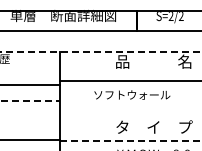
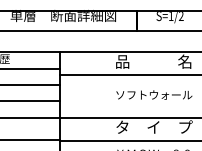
text at (170, 16): S=2/2 -> S=1/2
line at (101, 51): dashed -> solid
line at (31, 68): none -> present
line at (129, 81) position: (129, 81) -> (129, 75)
text at (132, 94) position: (132, 94) -> (154, 94)
line at (30, 101): dashed -> solid
line at (100, 117): none -> present
line at (131, 140): dashed -> solid
